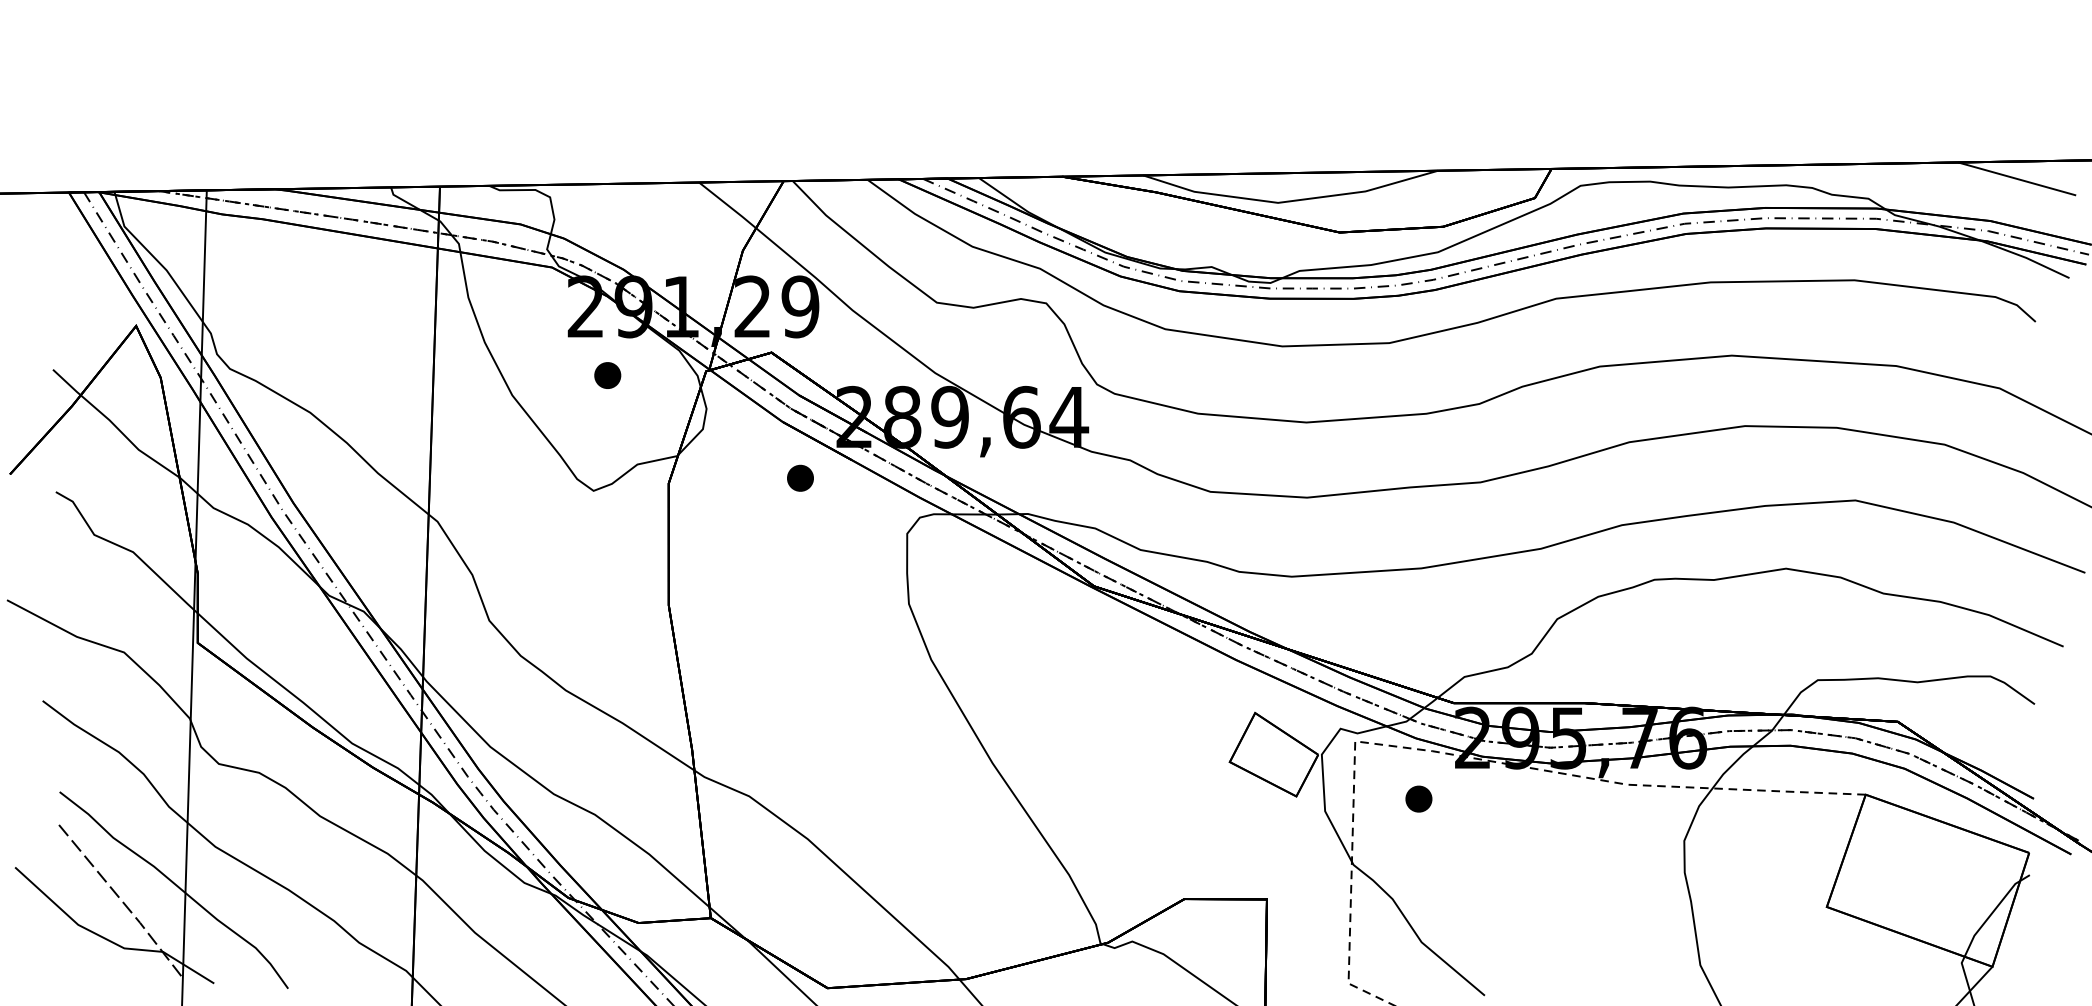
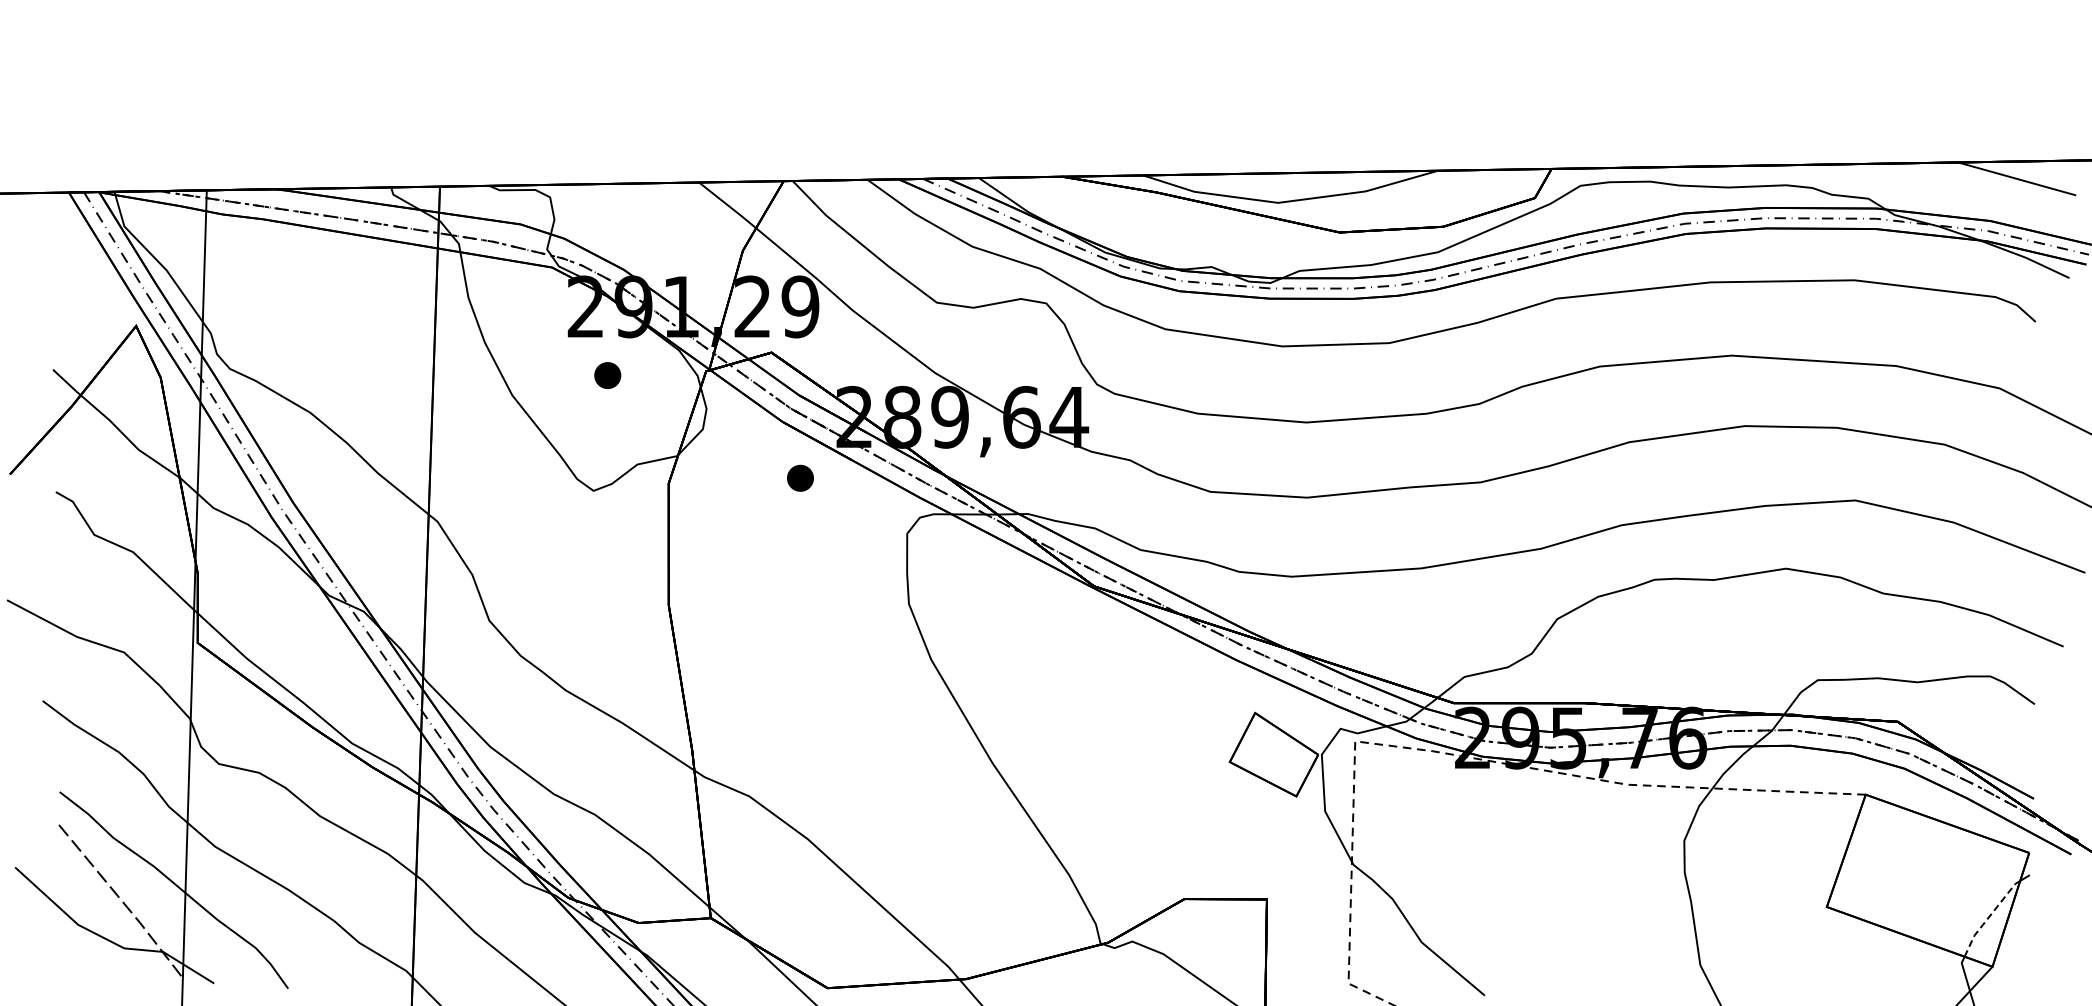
part at (1418, 798): present -> none
line at (1989, 916): solid -> dashed
